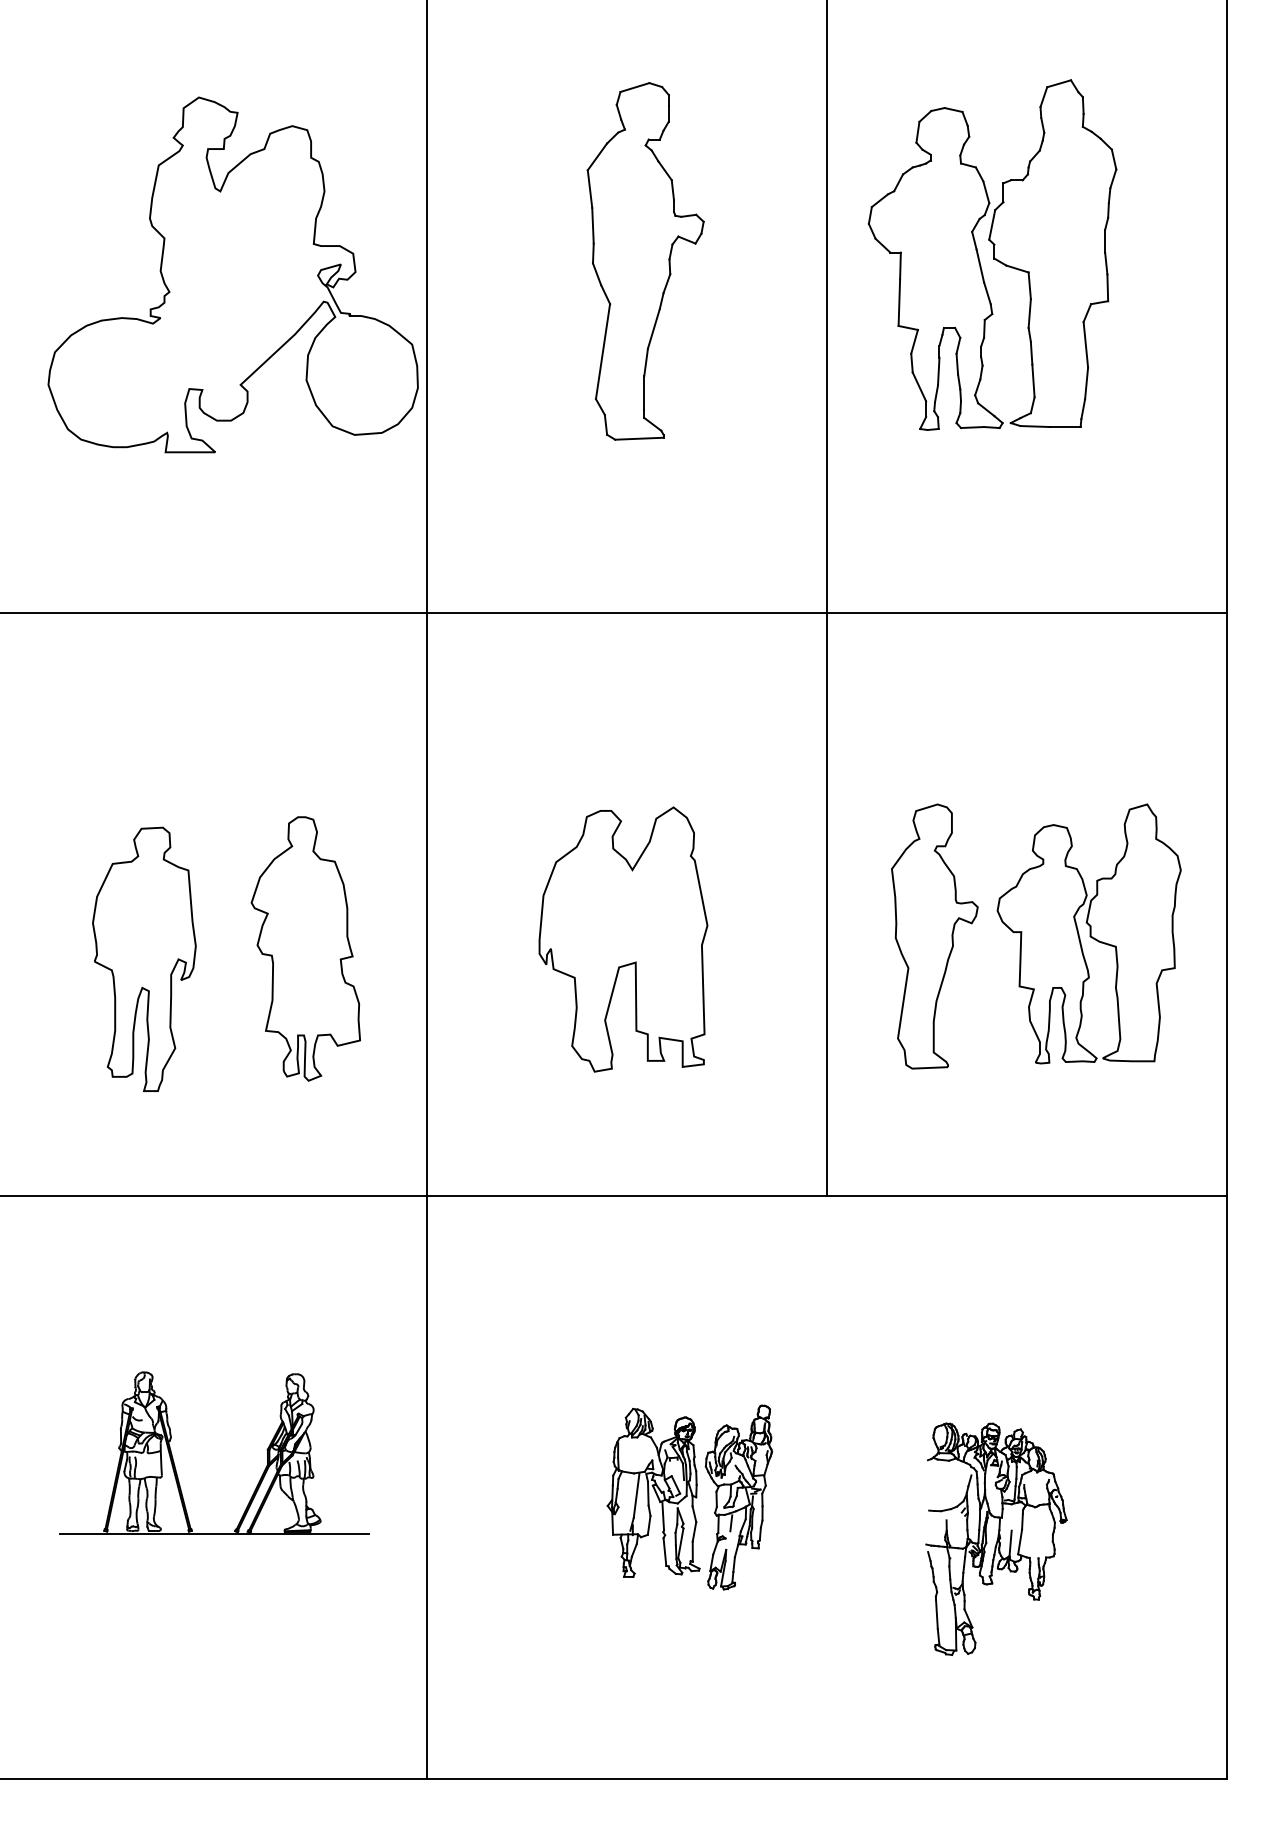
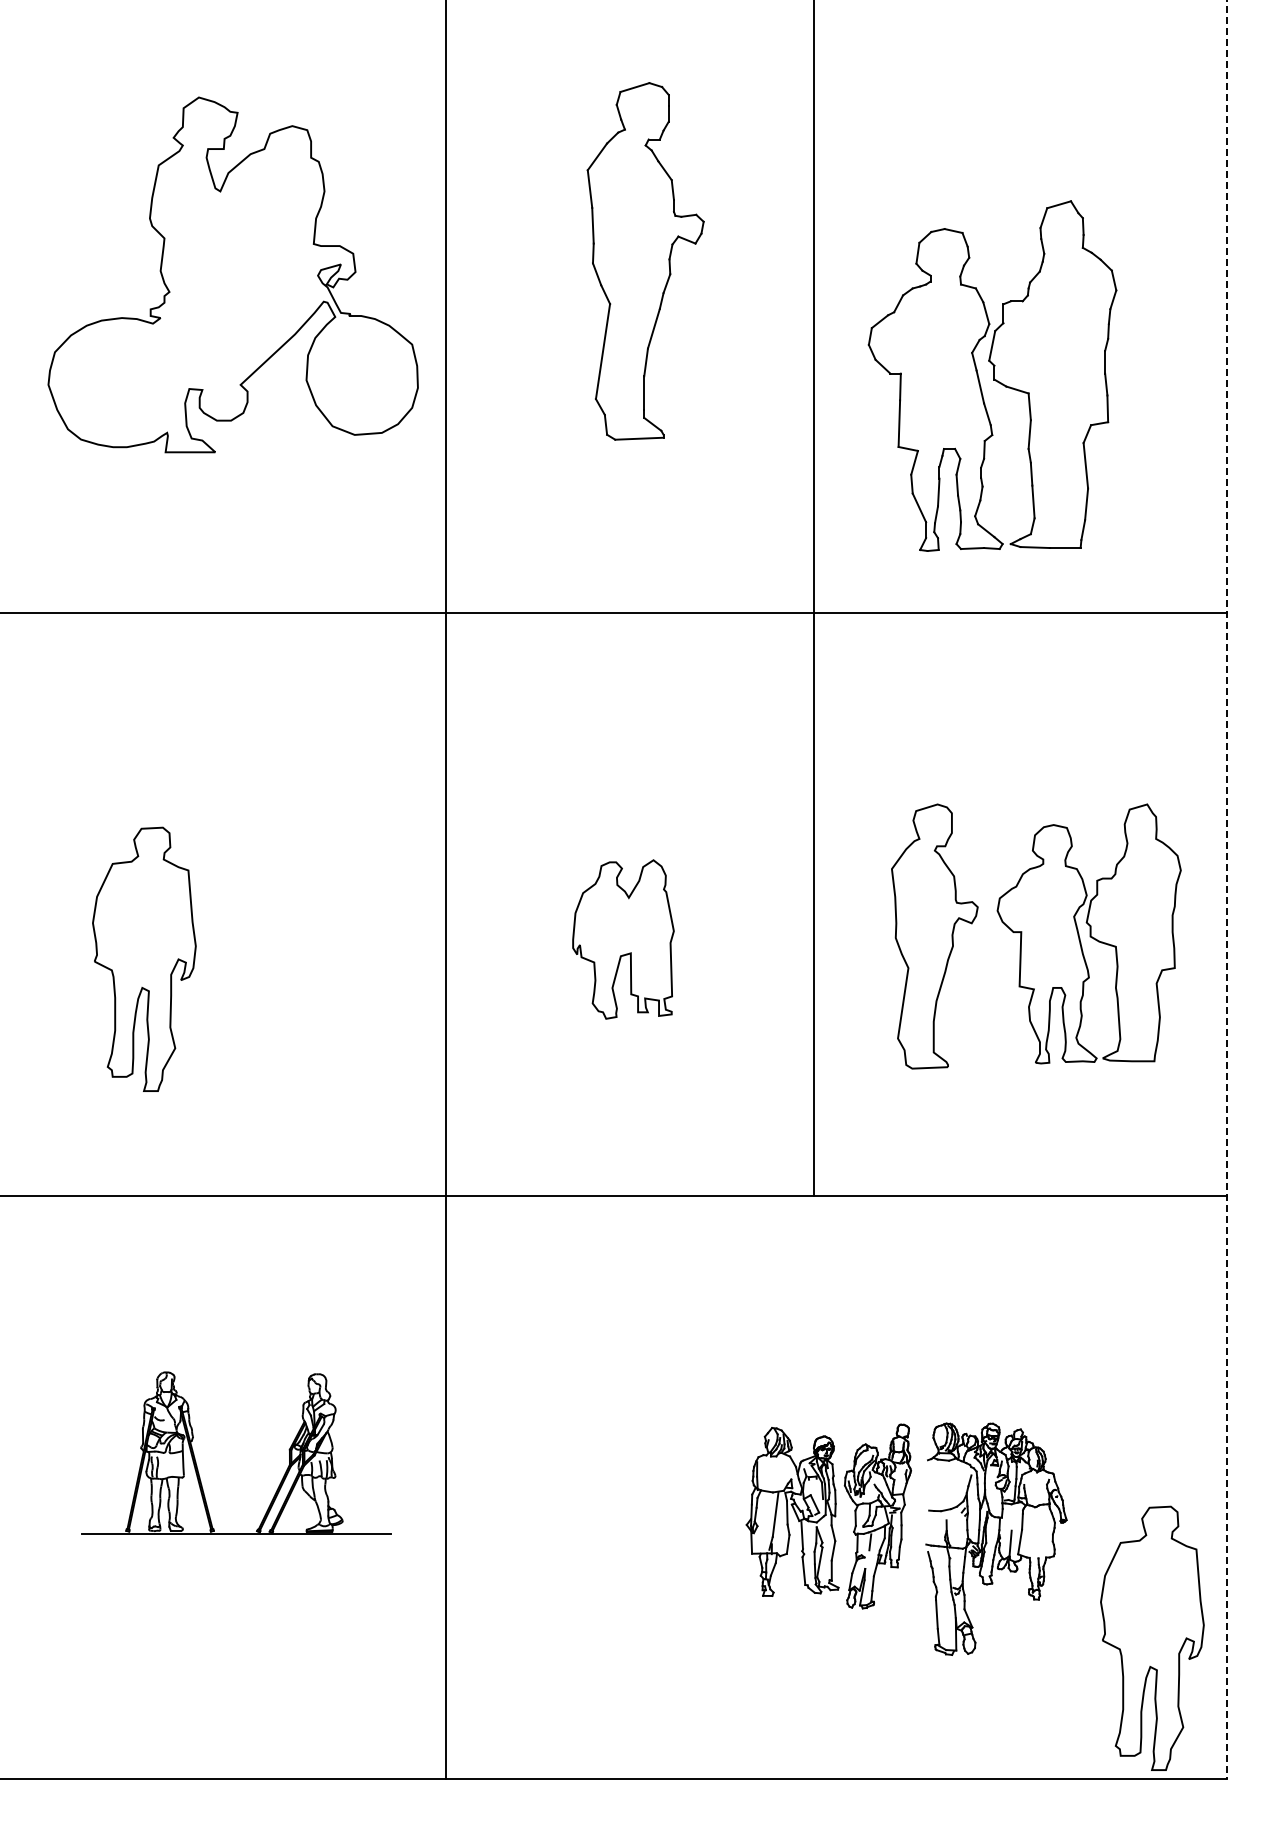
part at (992, 254) position: (992, 254) -> (992, 375)
line at (827, 598) position: (827, 598) -> (814, 598)
line at (427, 890) position: (427, 890) -> (446, 890)
line at (1226, 890): solid -> dashed
part at (623, 939) size: 171x267 px -> 103x161 px
part at (305, 948): present -> none
part at (174, 1461) position: (174, 1461) -> (196, 1461)
part at (689, 1497) position: (689, 1497) -> (828, 1516)
part at (1152, 1637): none -> present
